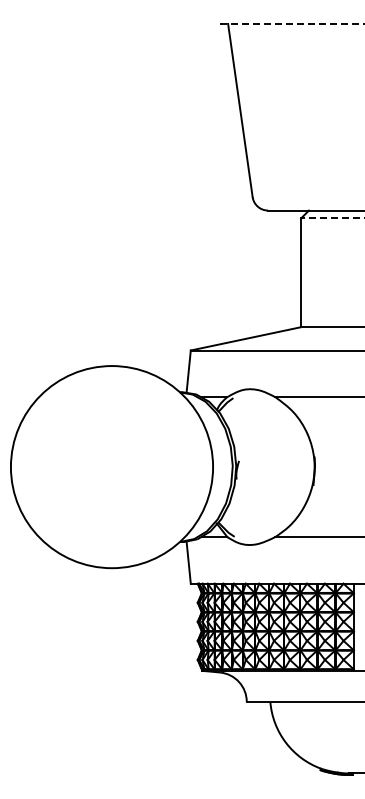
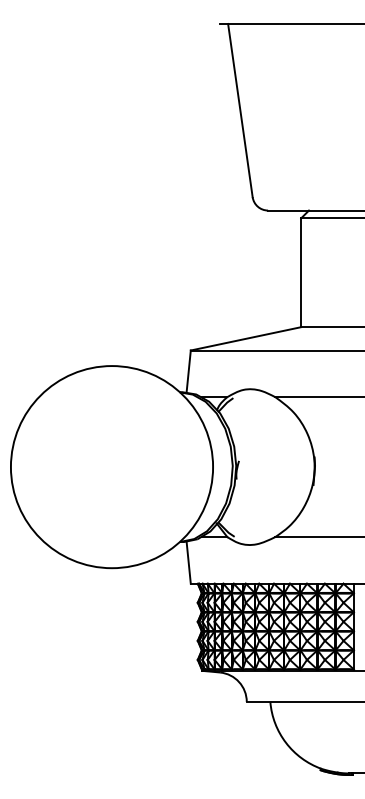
line at (292, 23): dashed -> solid
line at (333, 218): dashed -> solid
